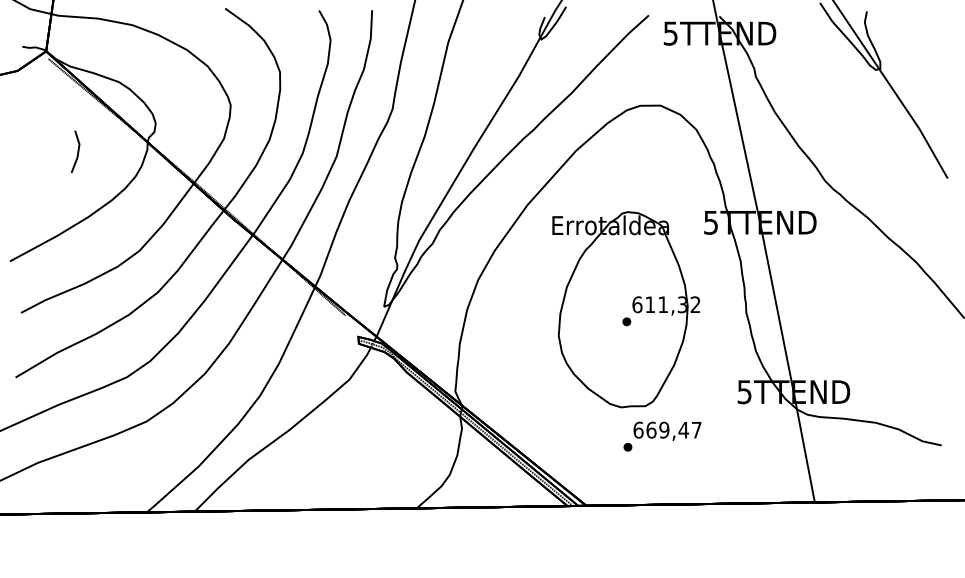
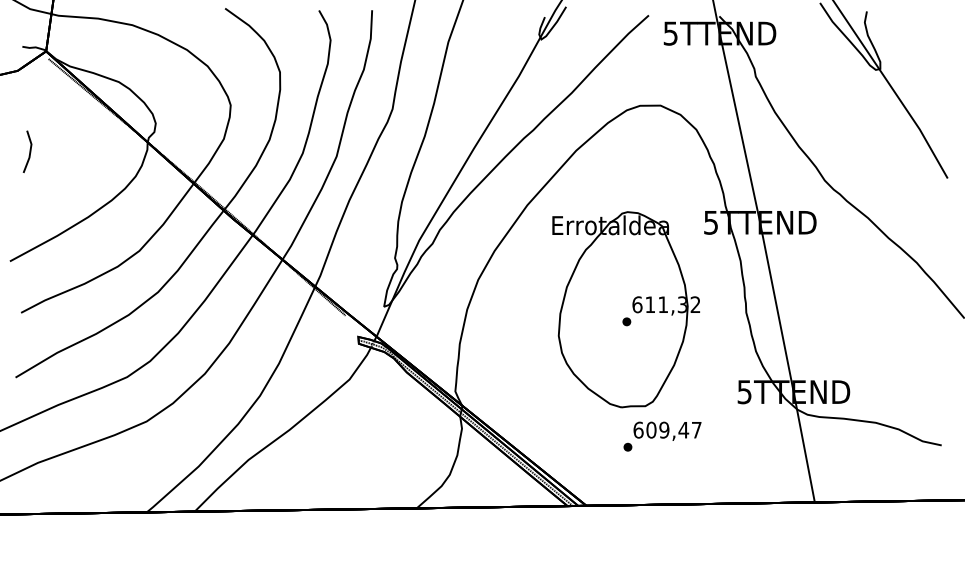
line at (77, 151) position: (77, 151) -> (29, 151)
text at (651, 429): 669,47 -> 609,47
